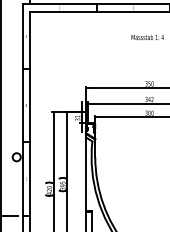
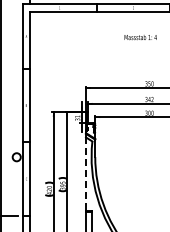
text at (147, 37) position: (147, 37) -> (140, 37)
line at (86, 174): solid -> dashed
